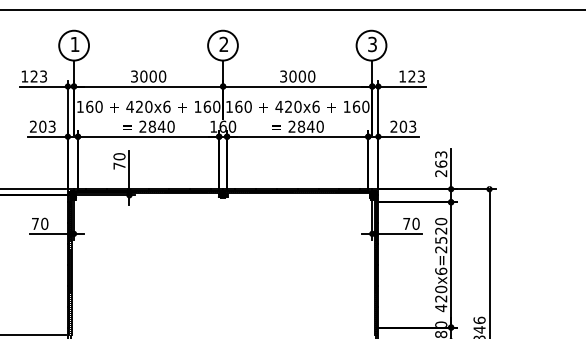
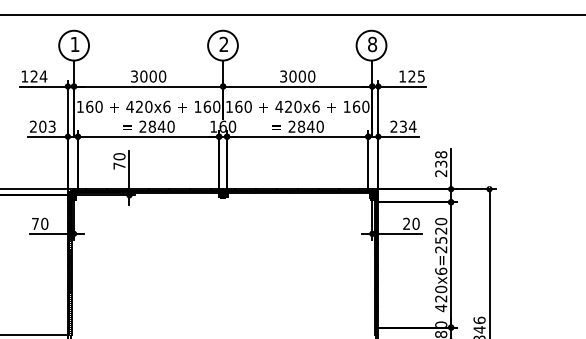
line at (292, 10) position: (292, 10) -> (292, 15)
text at (372, 44): 3 -> 8
text at (421, 75): 123 -> 125
text at (43, 76): 123 -> 124
text at (407, 126): 203 -> 234
text at (441, 159): 263 -> 238
text at (406, 223): 70 -> 20
